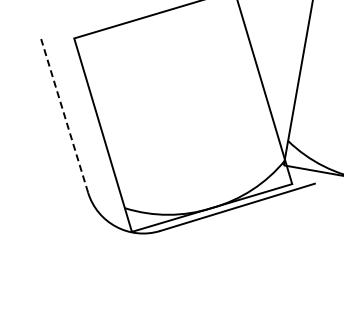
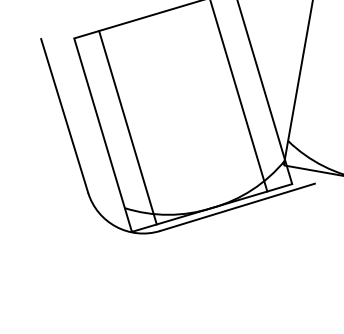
line at (239, 96): none -> present
line at (64, 115): dashed -> solid
line at (127, 127): none -> present
